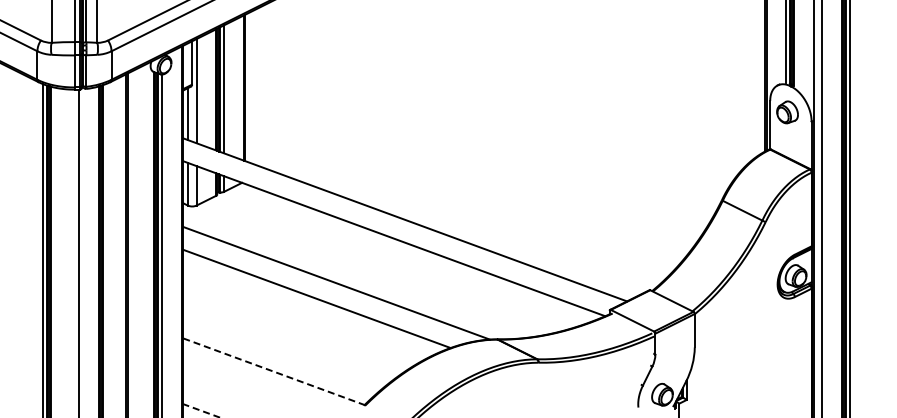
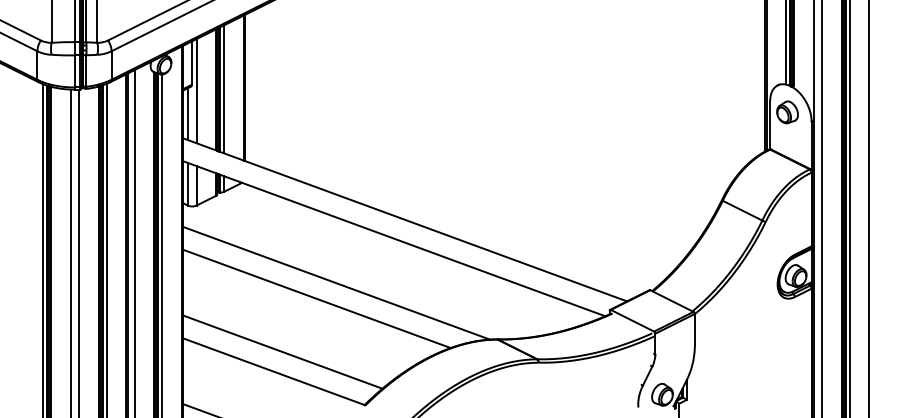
line at (869, 208): none -> present
line at (134, 242): none -> present
line at (106, 248): none -> present
line at (70, 251): none -> present
line at (282, 351): none -> present
line at (273, 371): dashed -> solid
line at (201, 411): dashed -> solid
